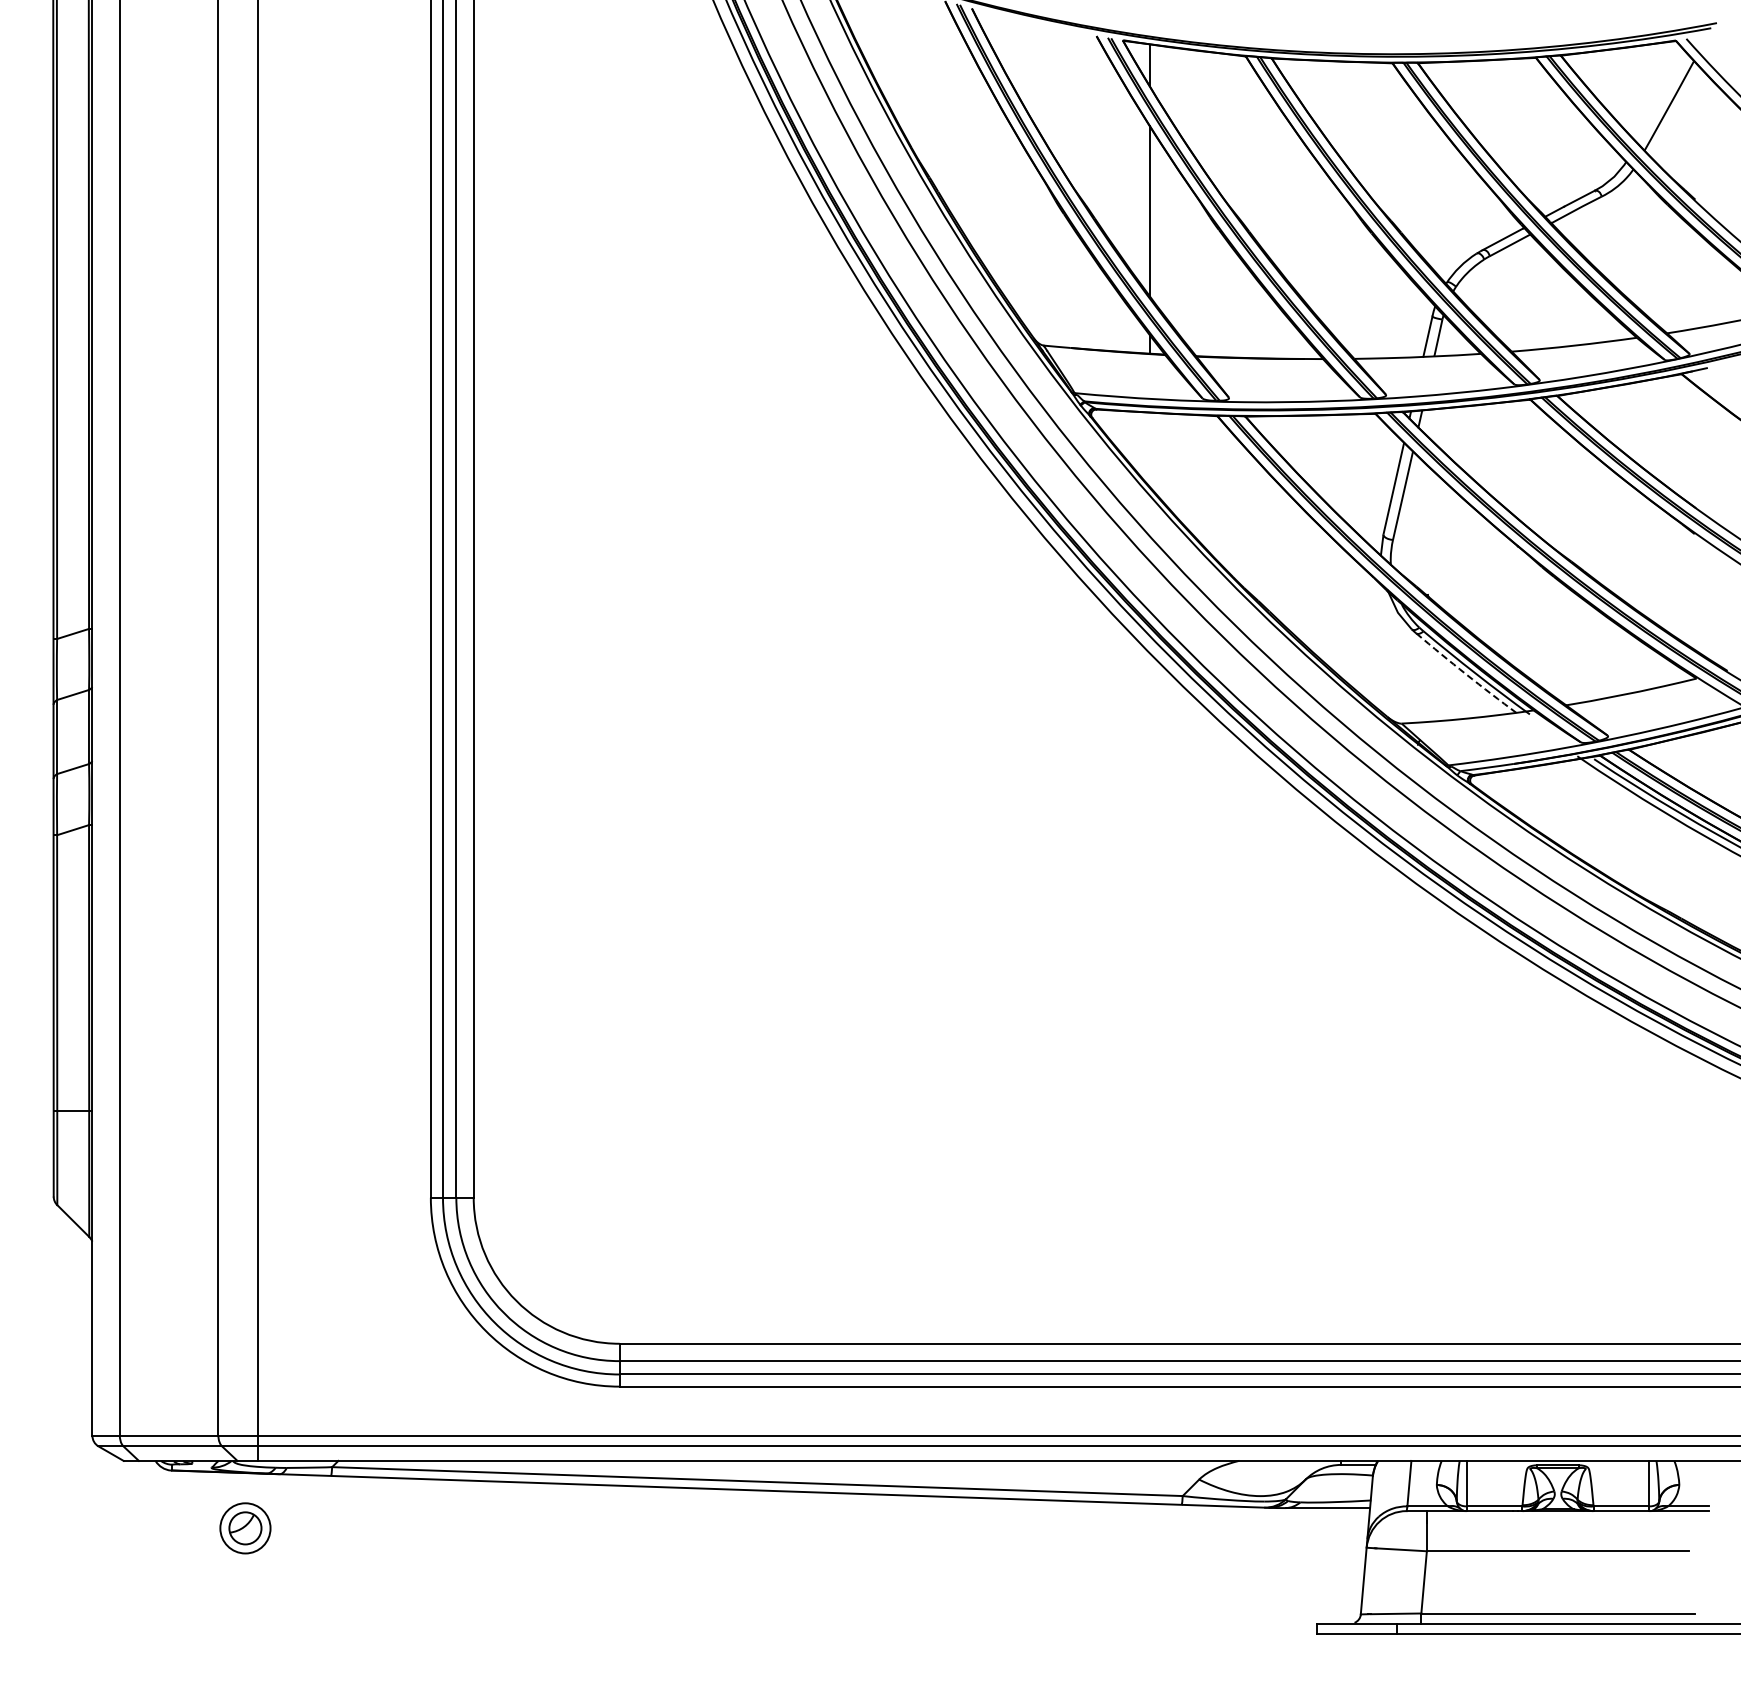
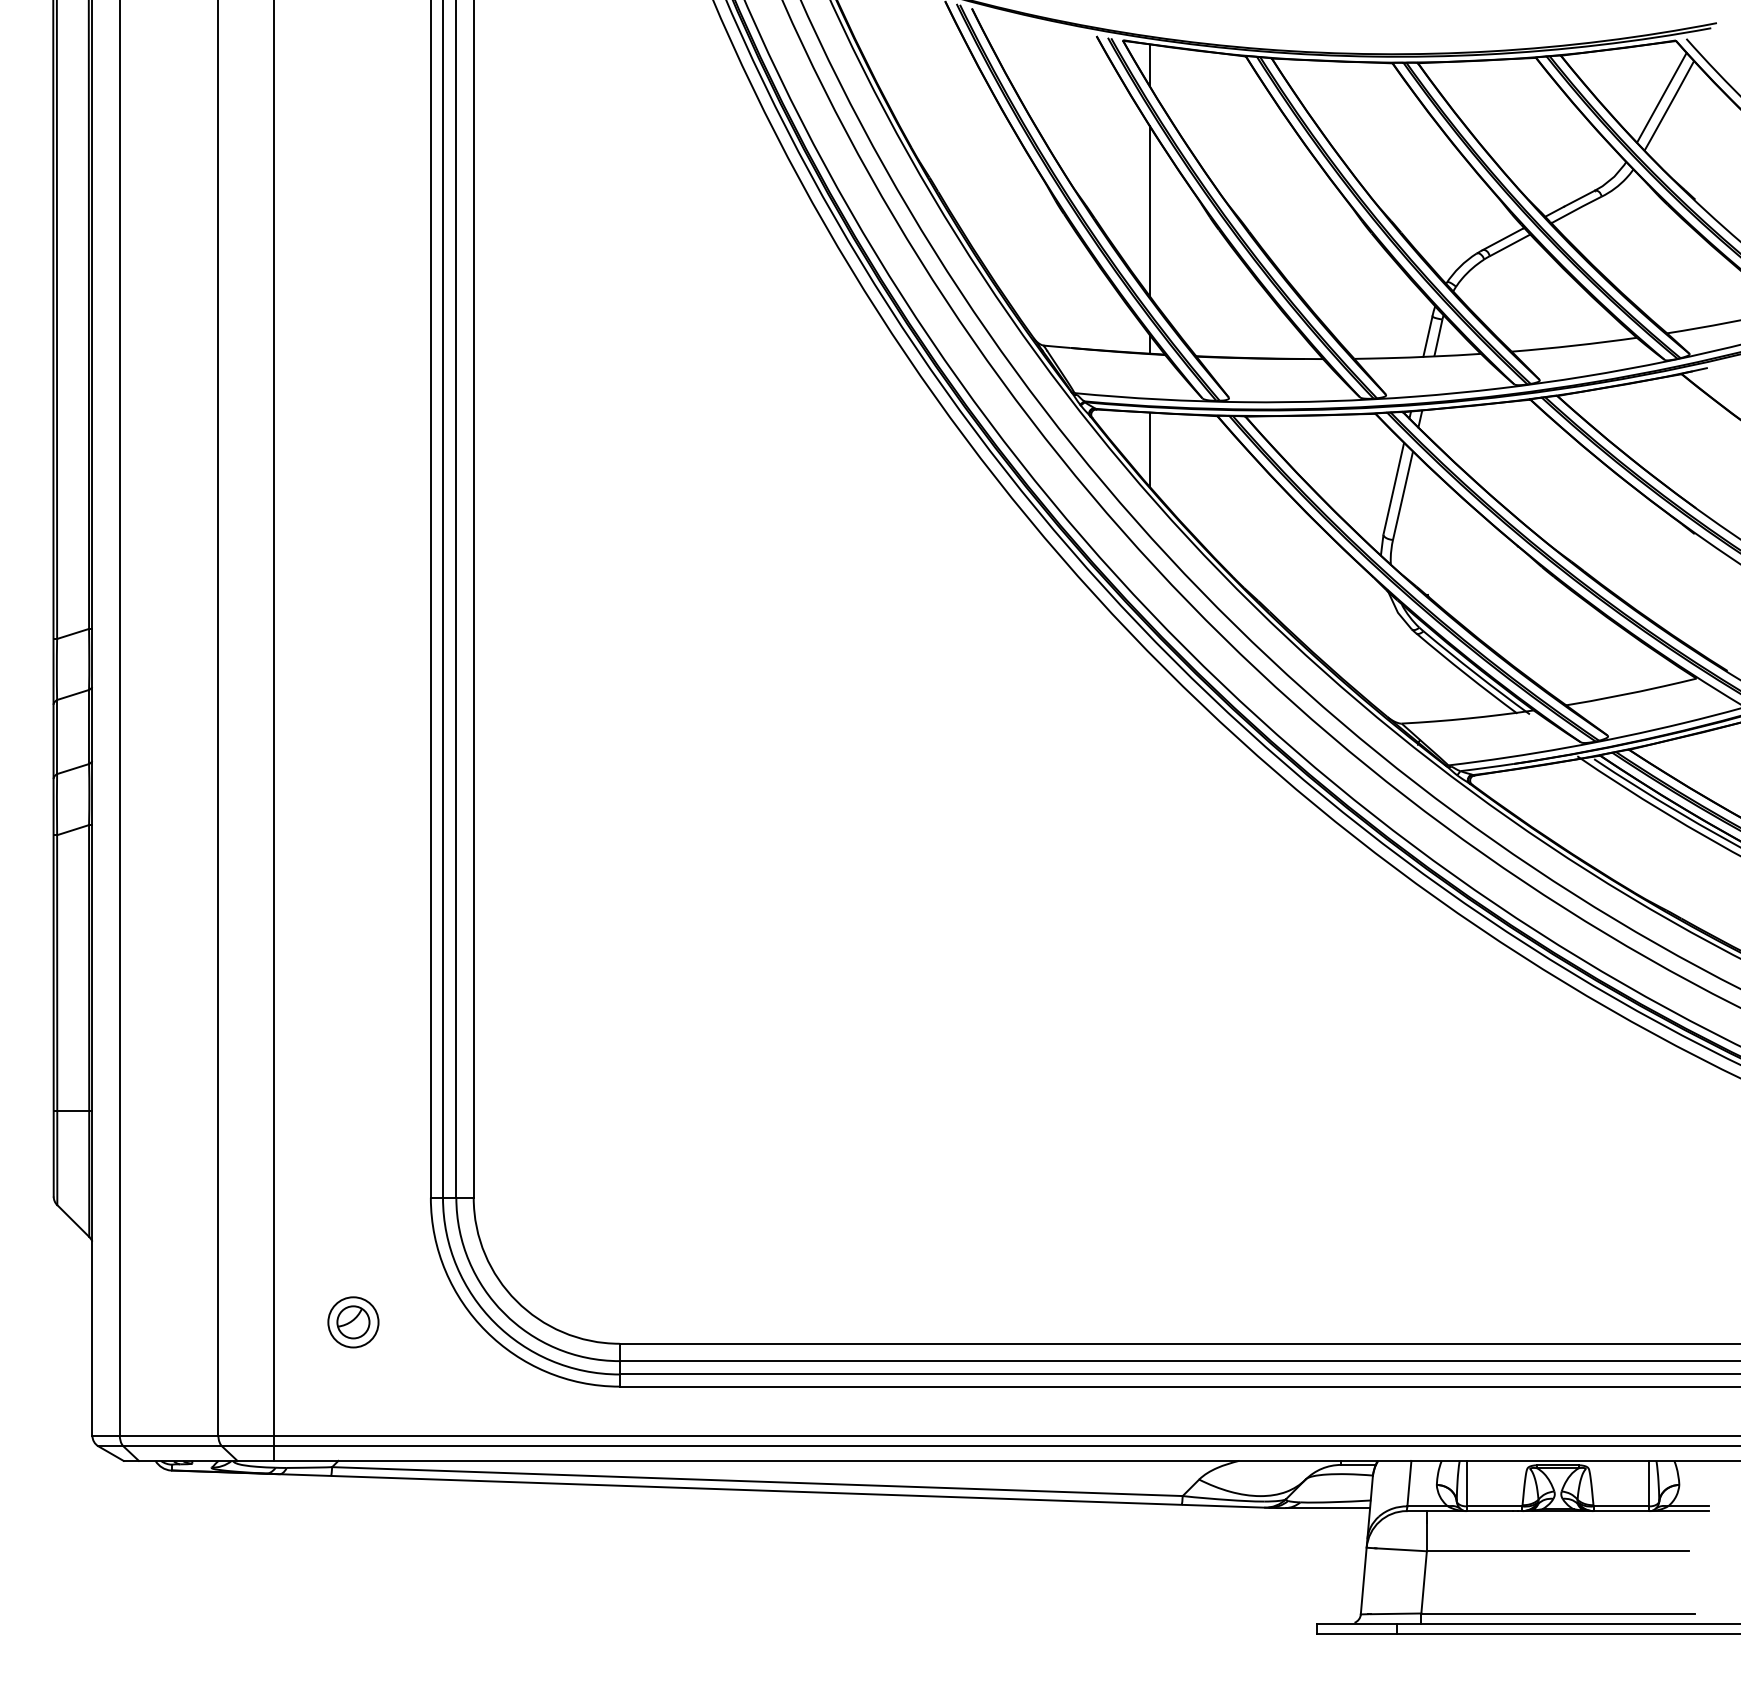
line at (1661, 97): none -> present
line at (1149, 449): none -> present
arc at (1466, 674): dashed -> solid
line at (257, 731) position: (257, 731) -> (273, 731)
part at (245, 1528) position: (245, 1528) -> (353, 1322)
